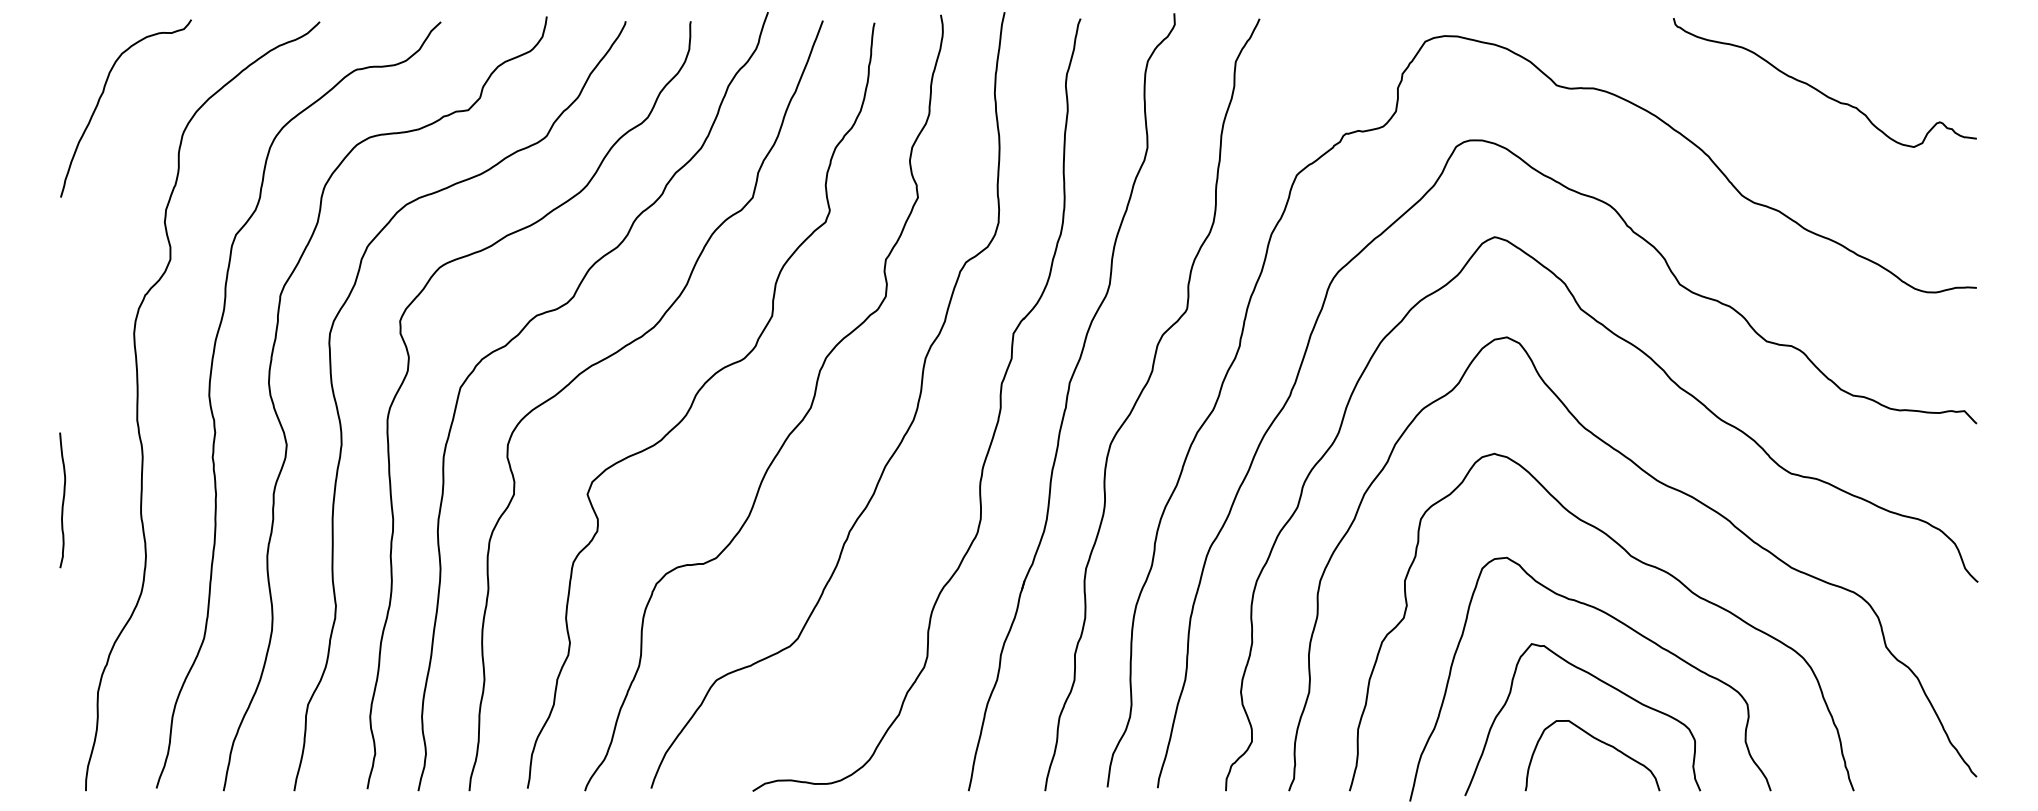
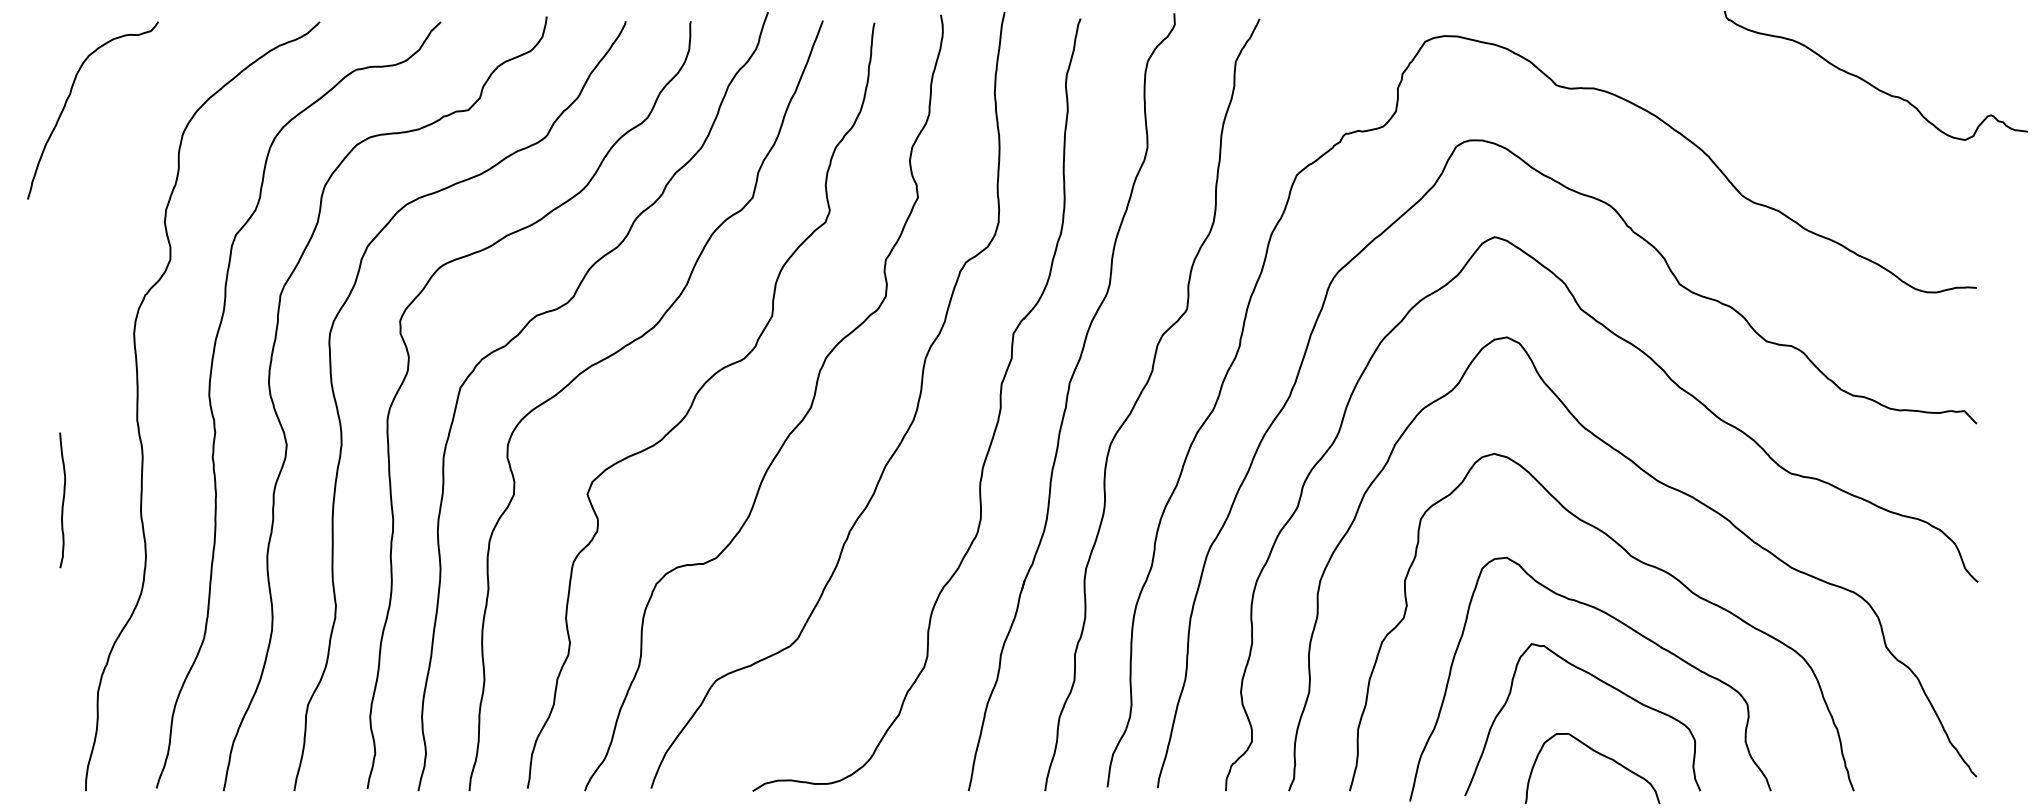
curve at (1818, 89) position: (1818, 89) -> (1869, 82)
curve at (101, 97) position: (101, 97) -> (68, 99)
curve at (1600, 742) position: (1600, 742) -> (1600, 755)
